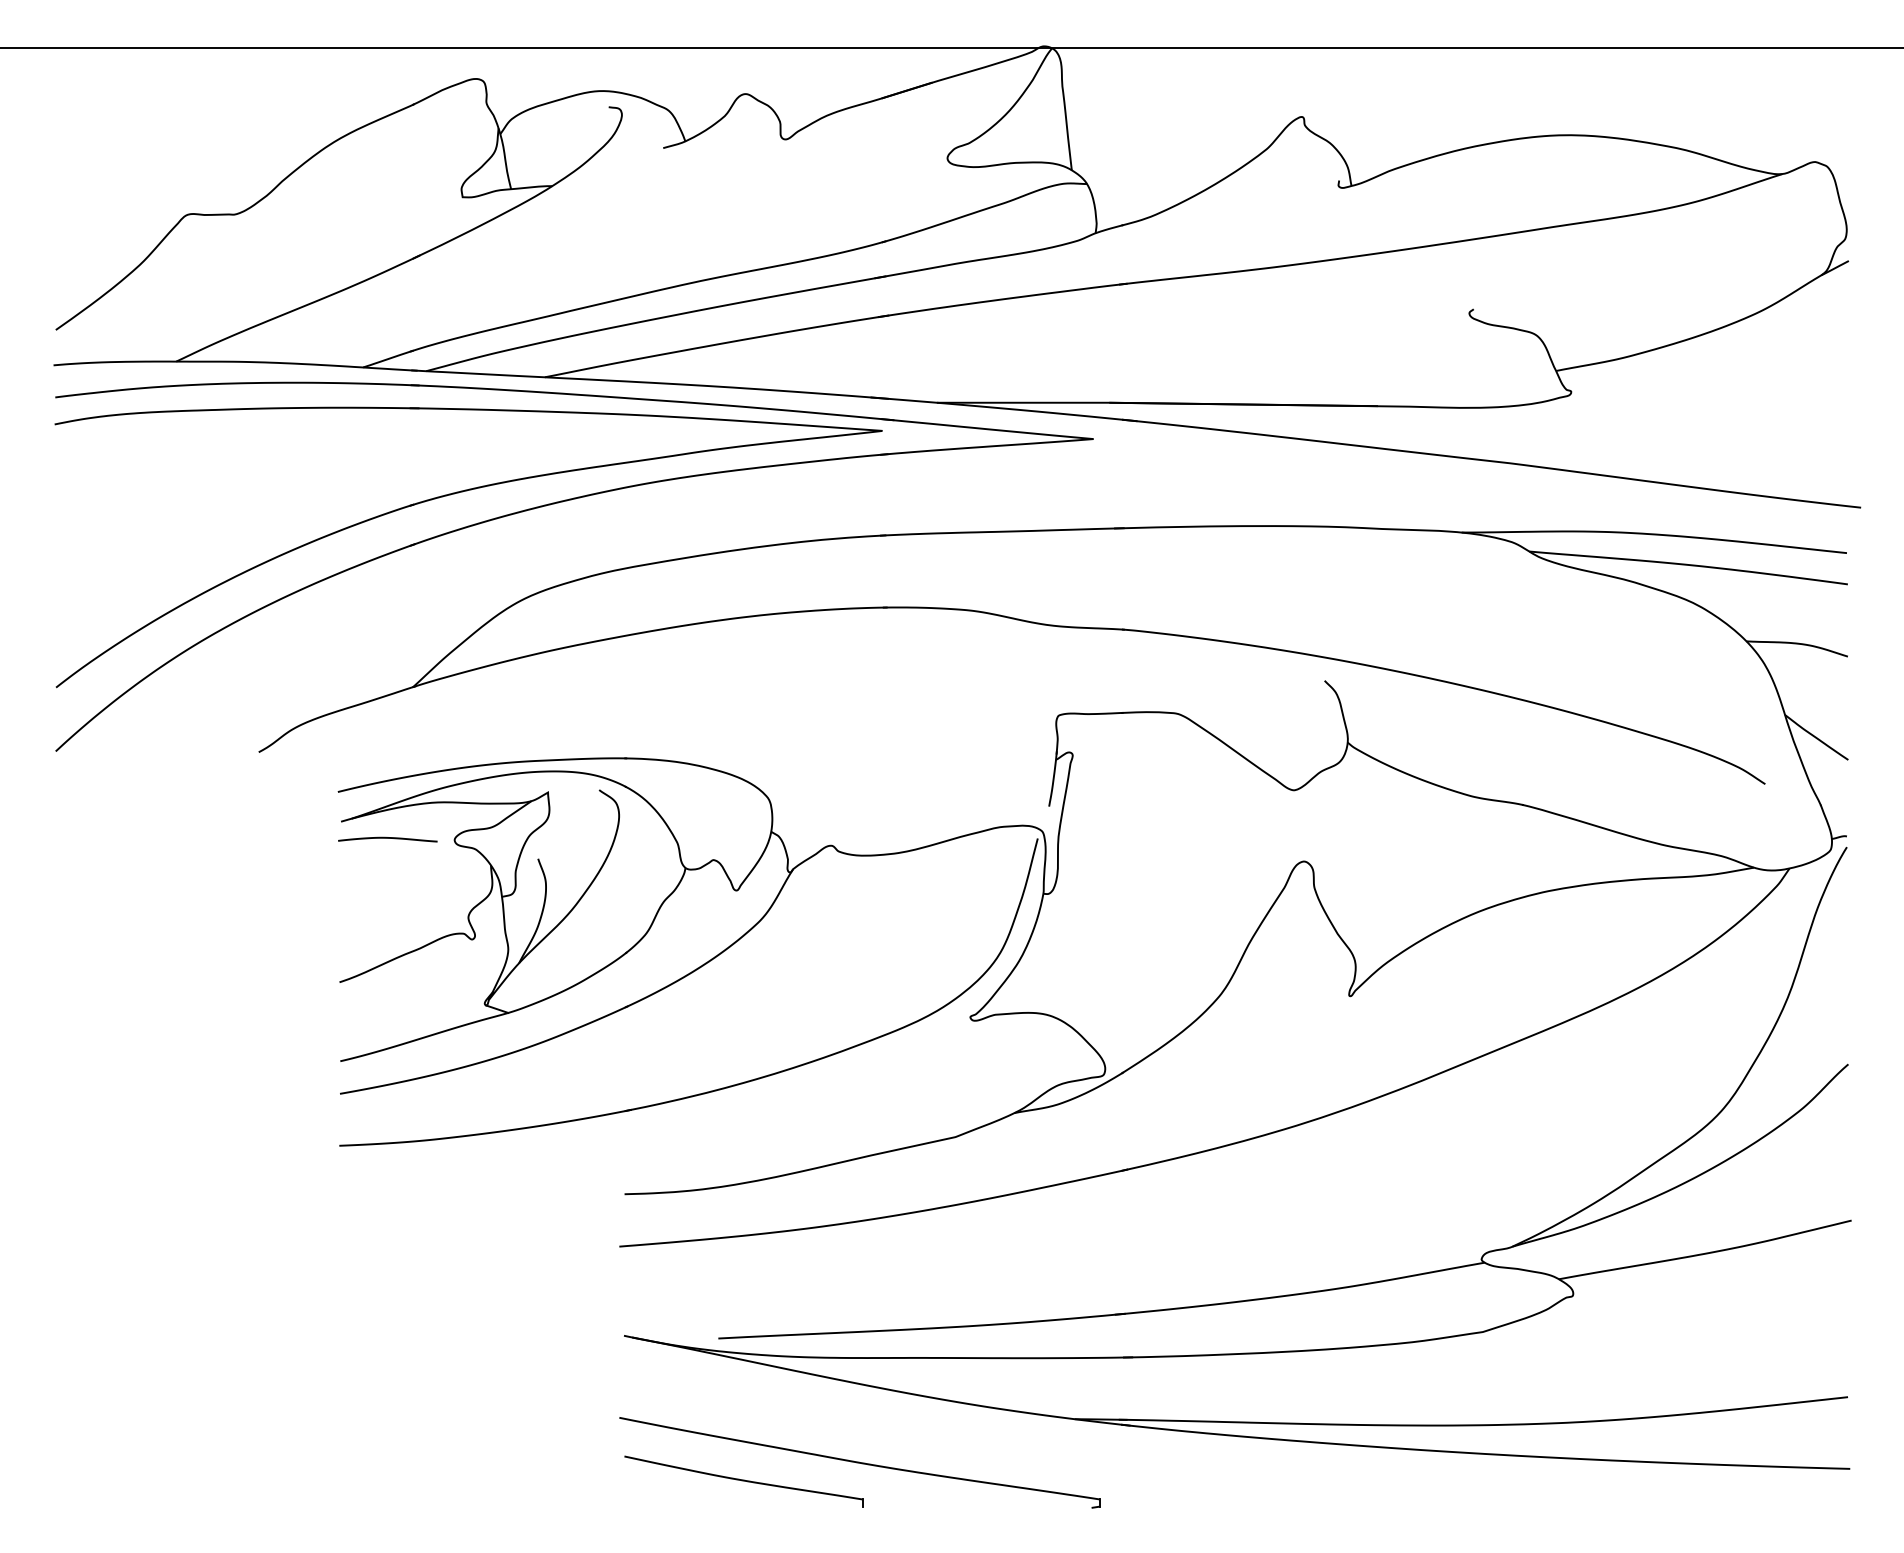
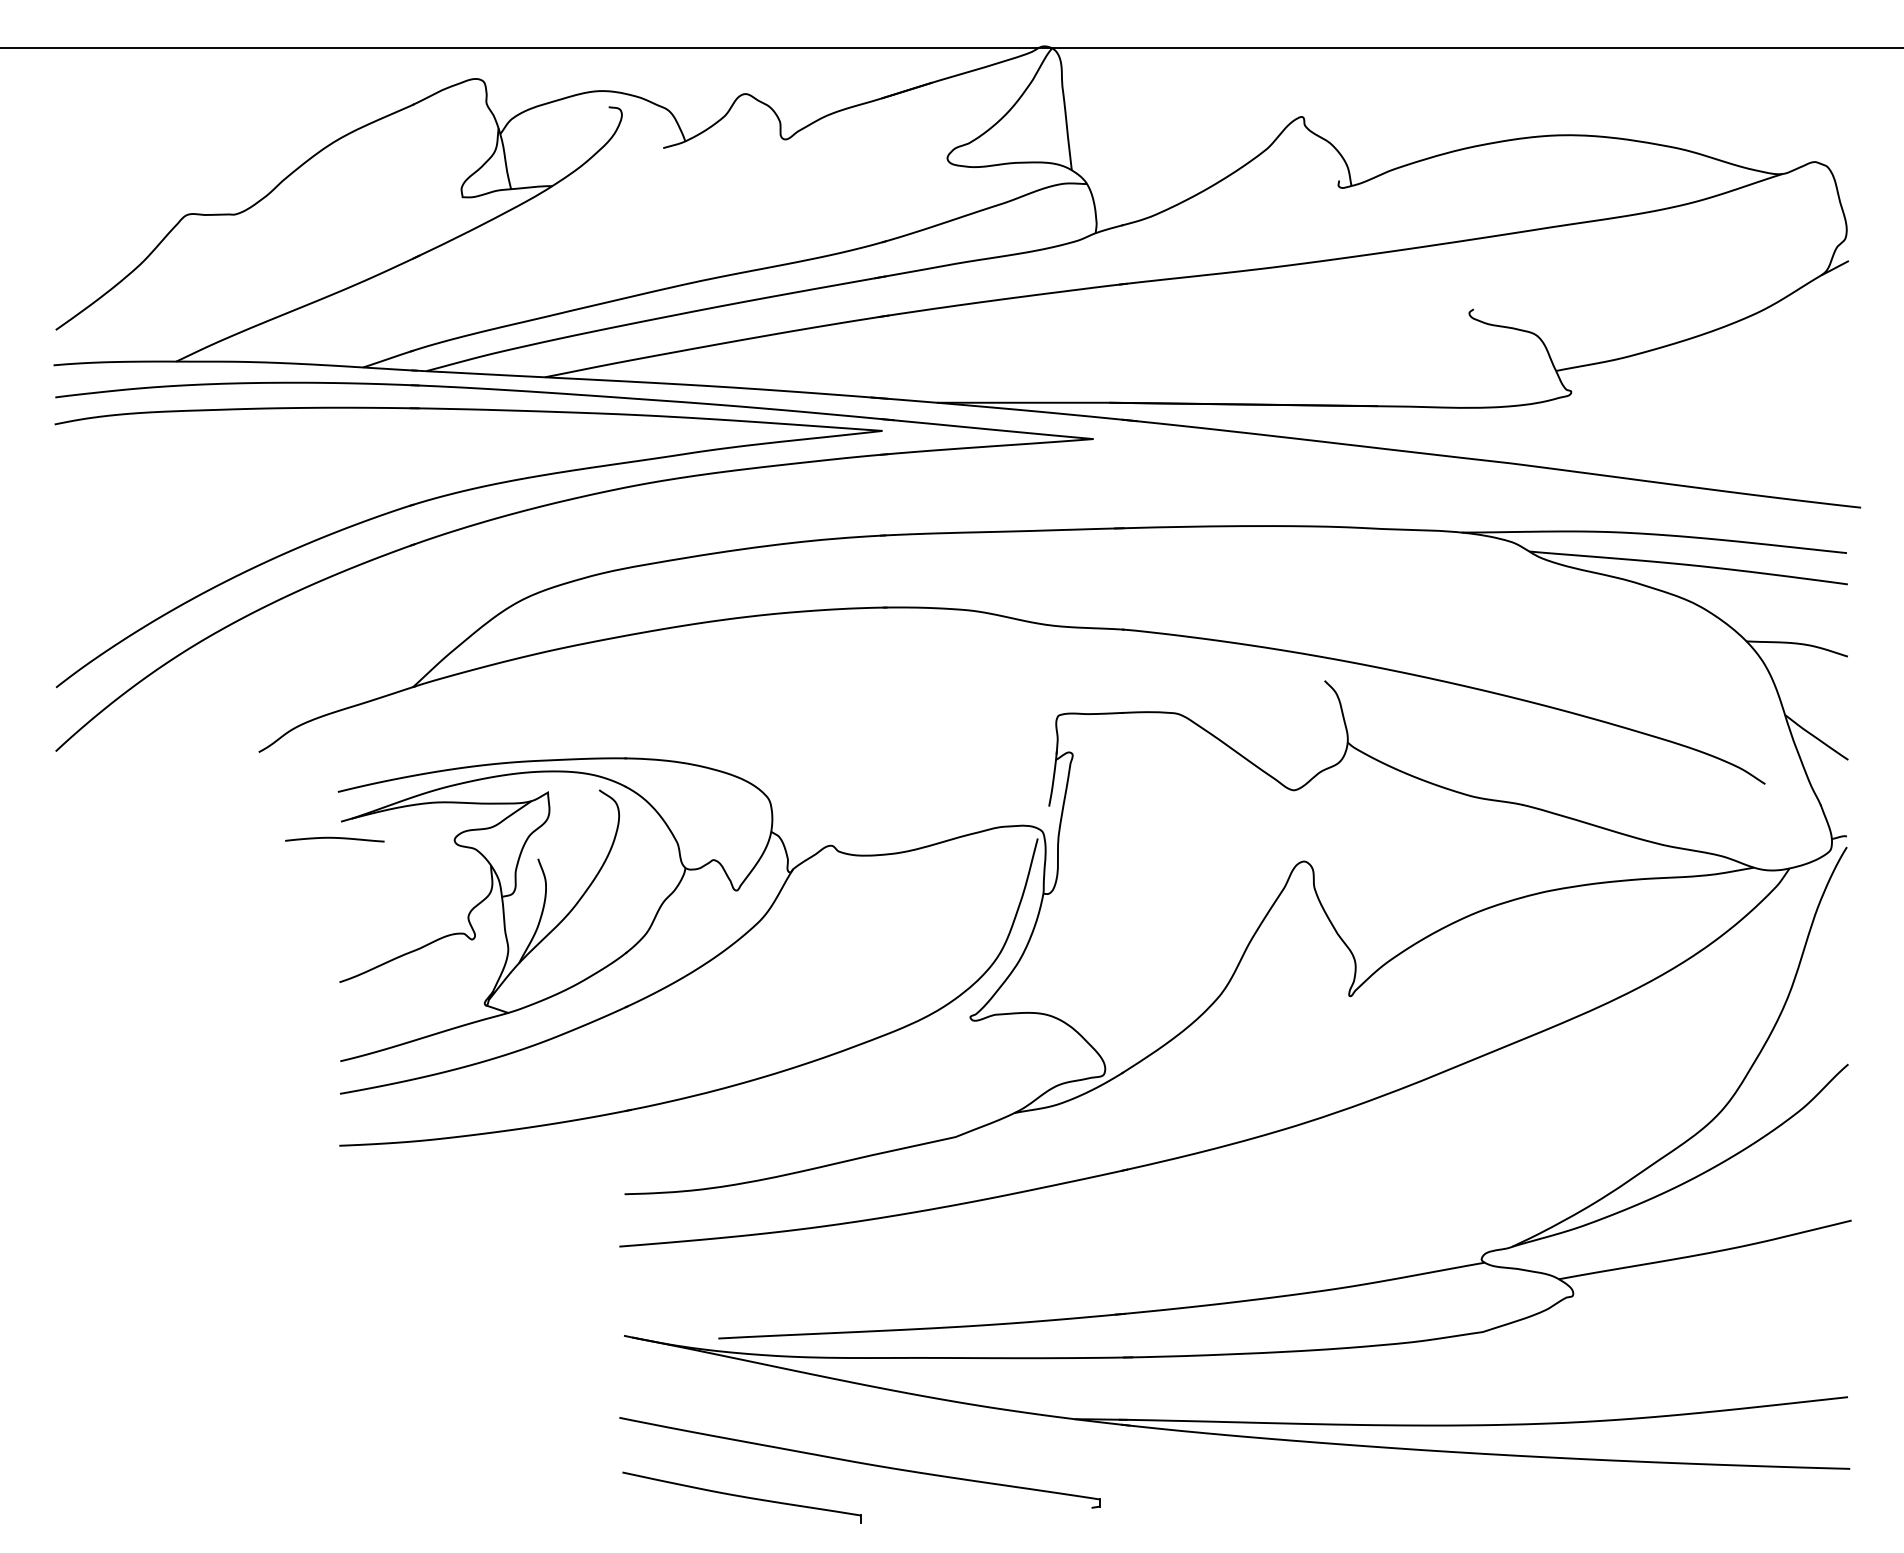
curve at (387, 838) position: (387, 838) -> (334, 838)
part at (743, 1481) position: (743, 1481) -> (741, 1497)
